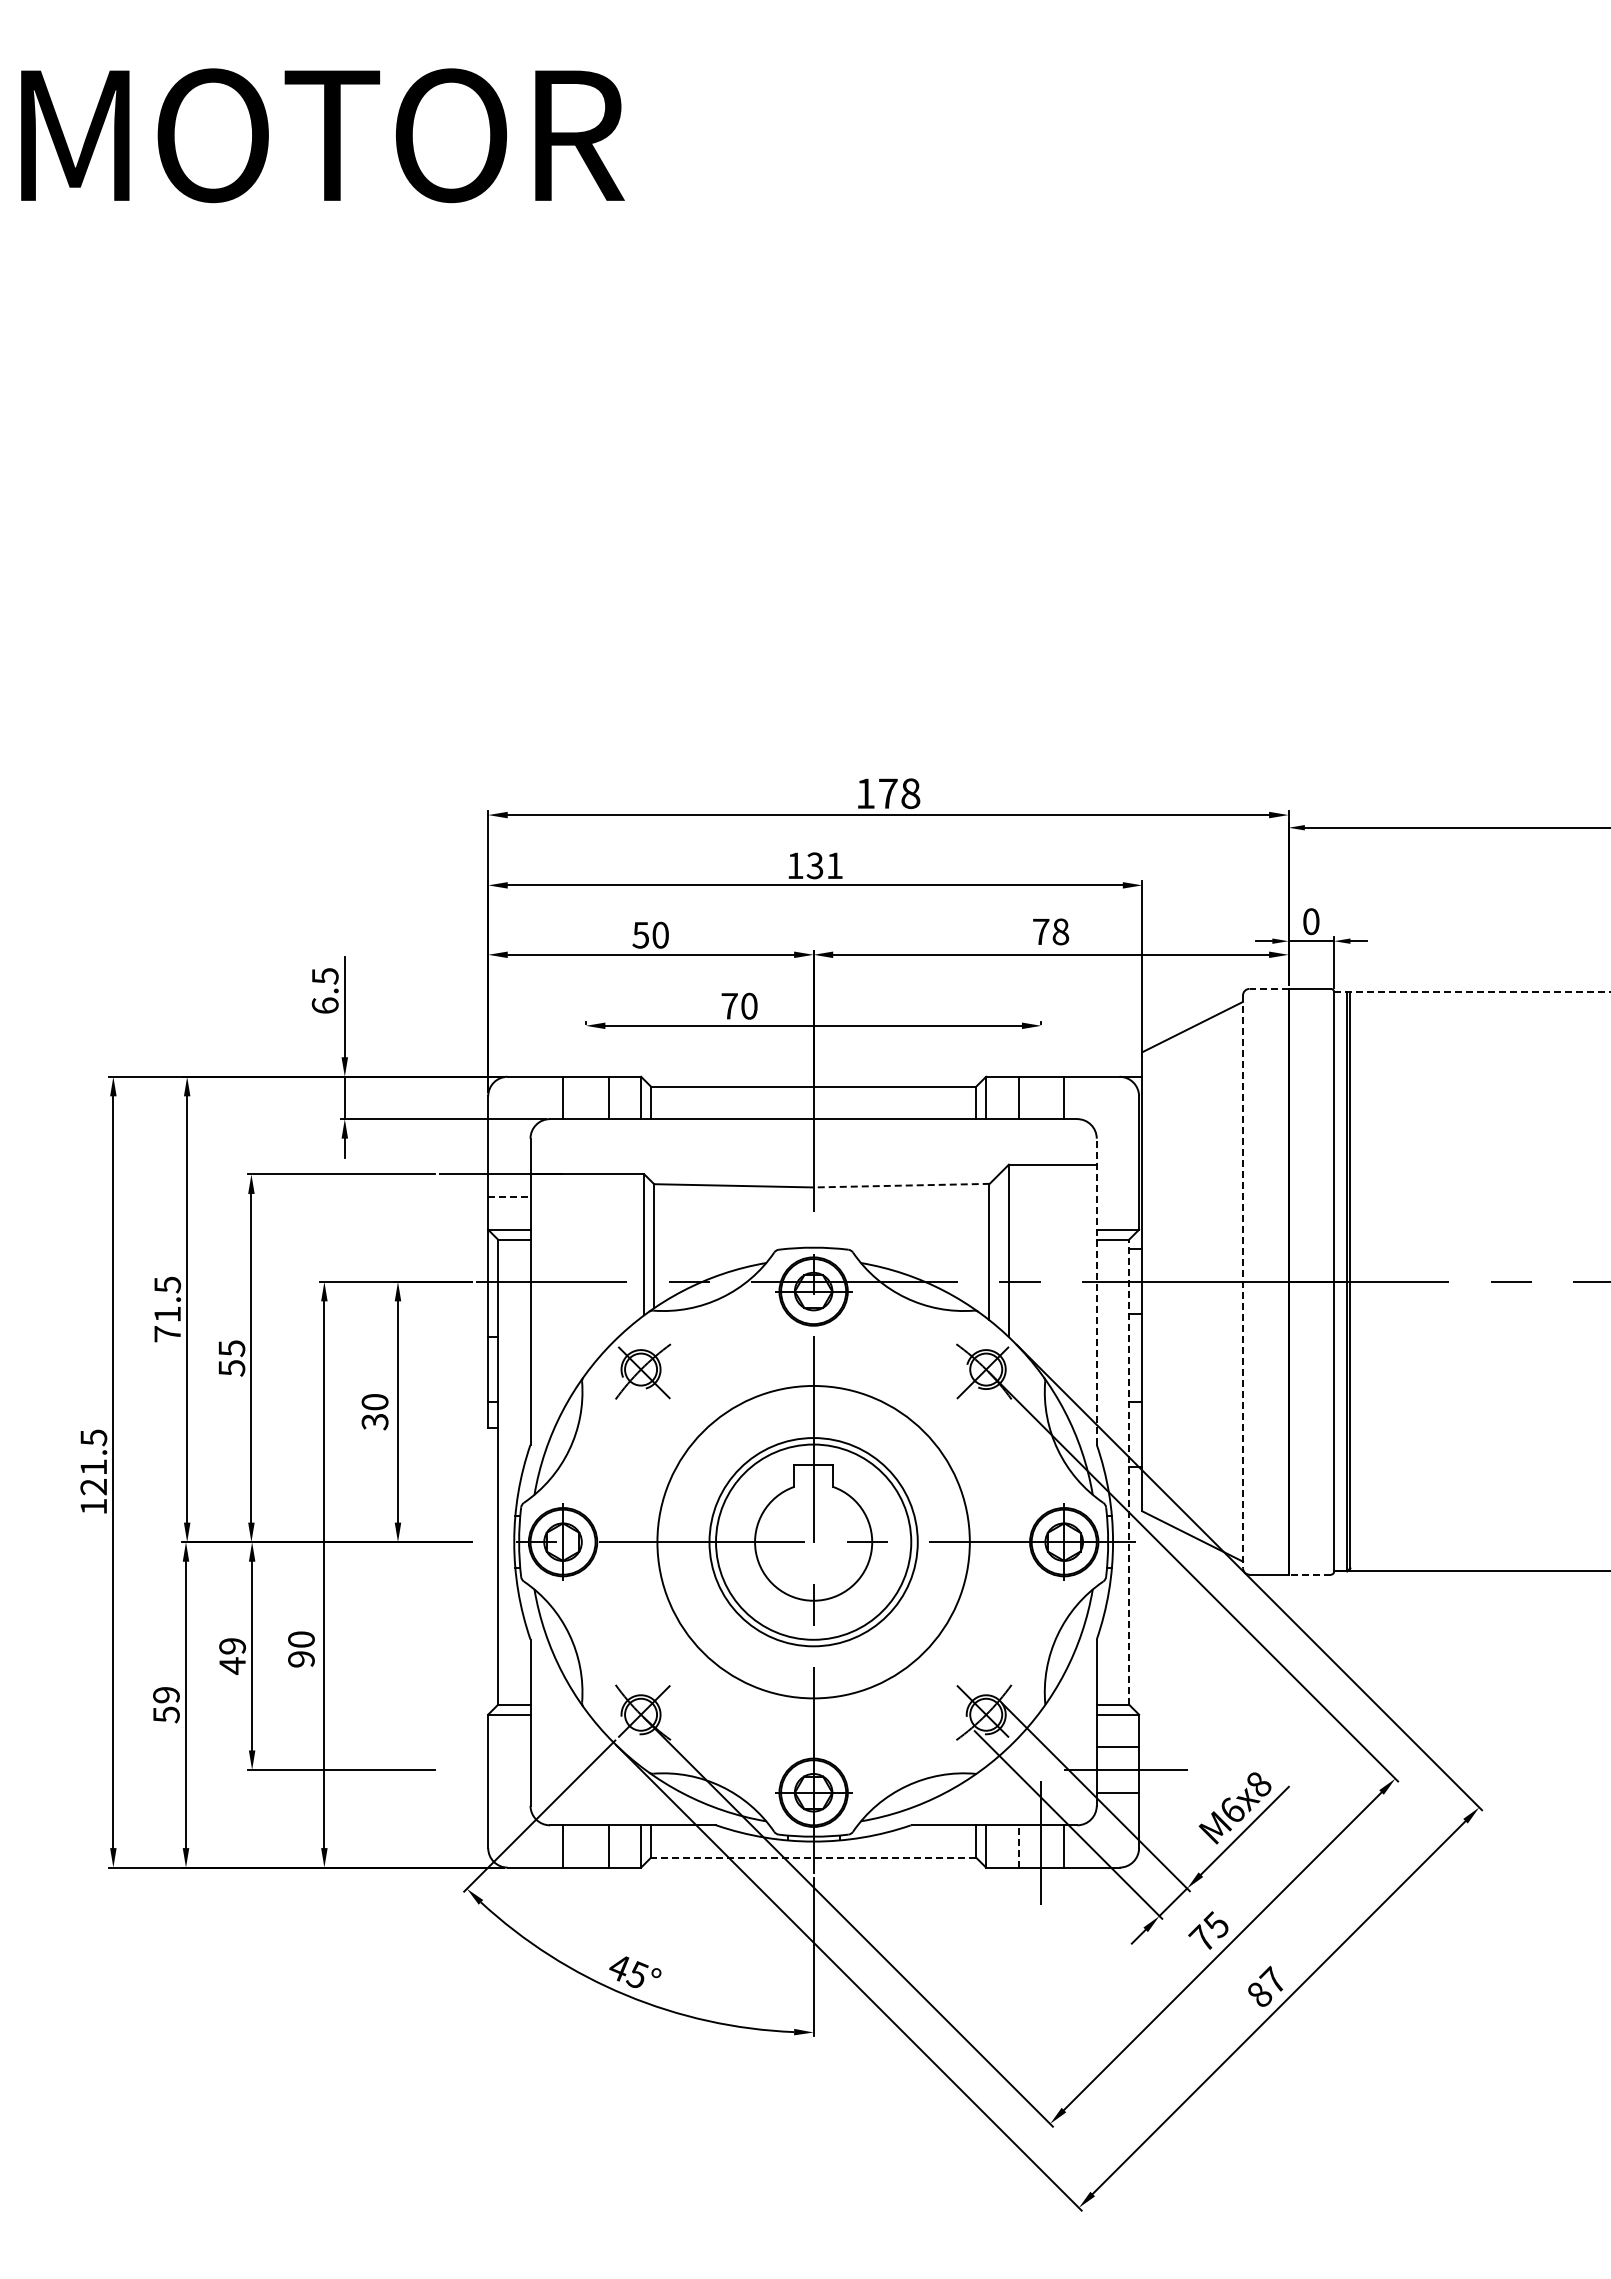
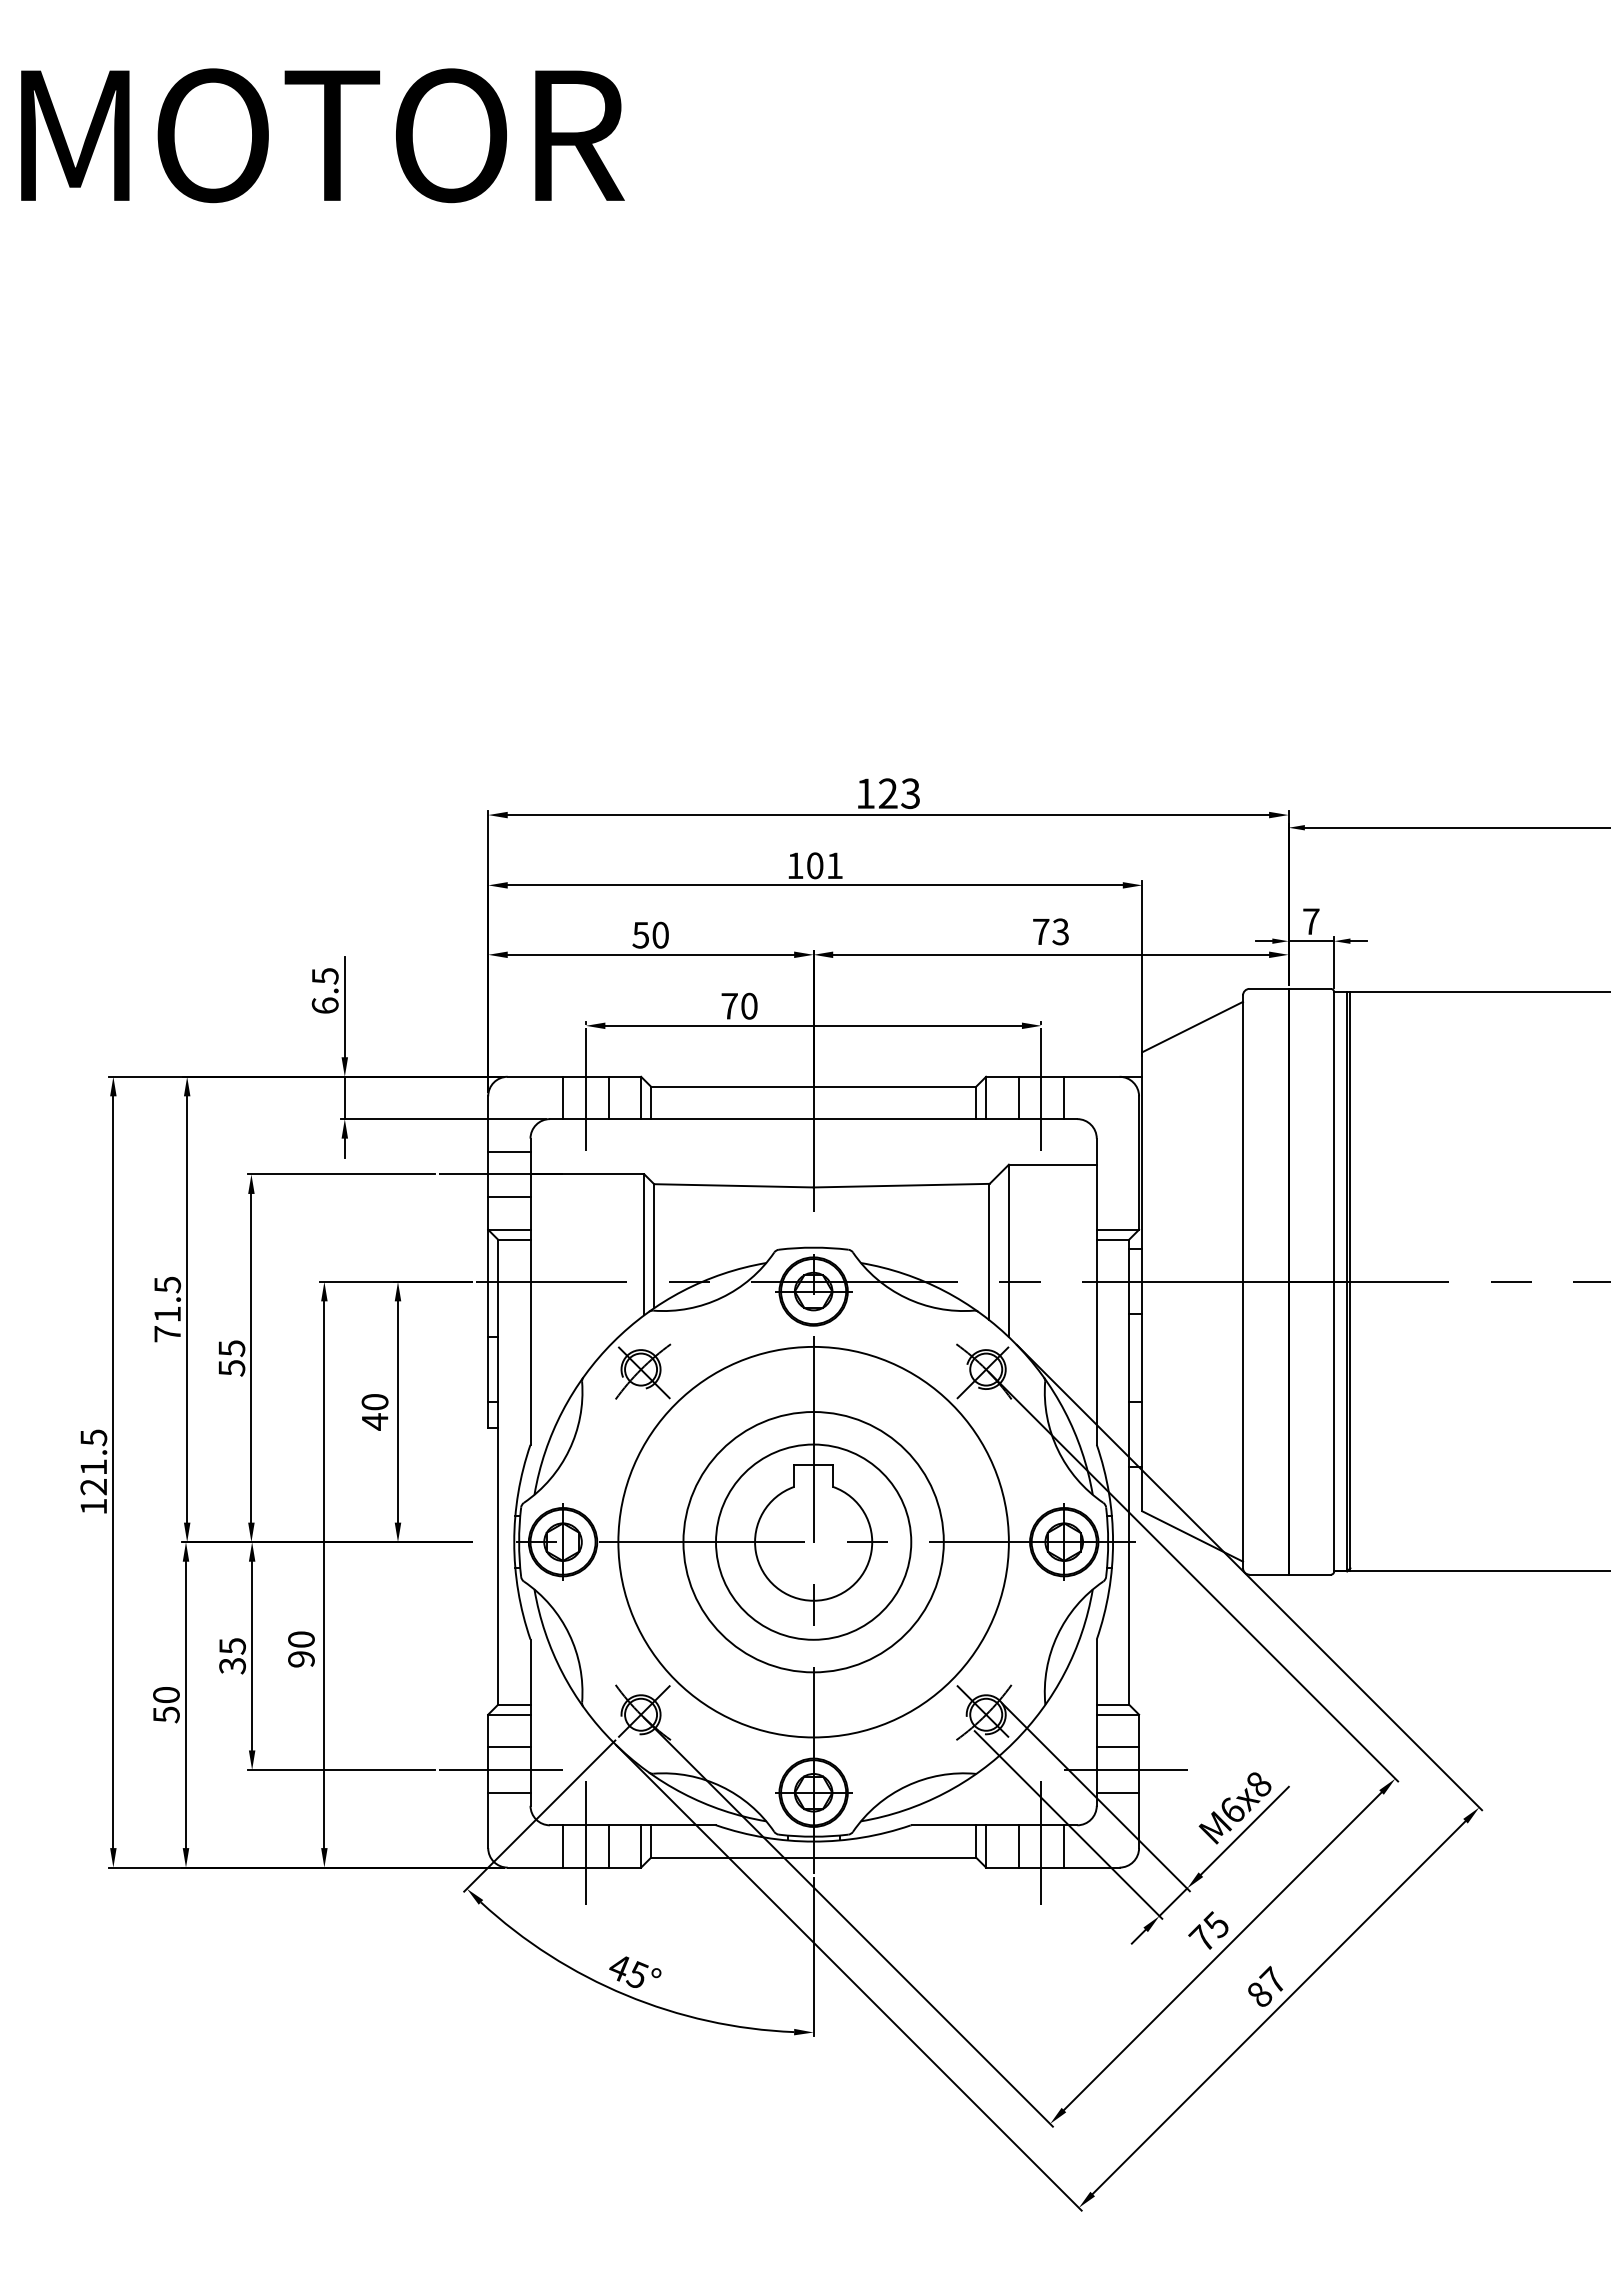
text at (899, 793): 178 -> 123
text at (814, 865): 131 -> 101
text at (1311, 921): 0 -> 7
text at (1060, 931): 78 -> 73
line at (1269, 988): dashed -> solid
line at (1473, 992): dashed -> solid
line at (585, 1089): none -> present
line at (1041, 1089): none -> present
line at (509, 1151): none -> present
line at (901, 1185): dashed -> solid
line at (509, 1197): dashed -> solid
line at (1243, 1282): dashed -> solid
line at (1096, 1291): dashed -> solid
text at (374, 1421): 30 -> 40
line at (1129, 1472): dashed -> solid
circle at (813, 1541) diameter: 312 px -> 391 px
circle at (813, 1542) diameter: 208 px -> 260 px
line at (1309, 1574): dashed -> solid
text at (232, 1656): 49 -> 35
text at (166, 1695): 59 -> 50
line at (509, 1747): none -> present
line at (500, 1770): none -> present
line at (509, 1792): none -> present
line at (585, 1842): none -> present
line at (1018, 1845): dashed -> solid
line at (813, 1857): dashed -> solid
